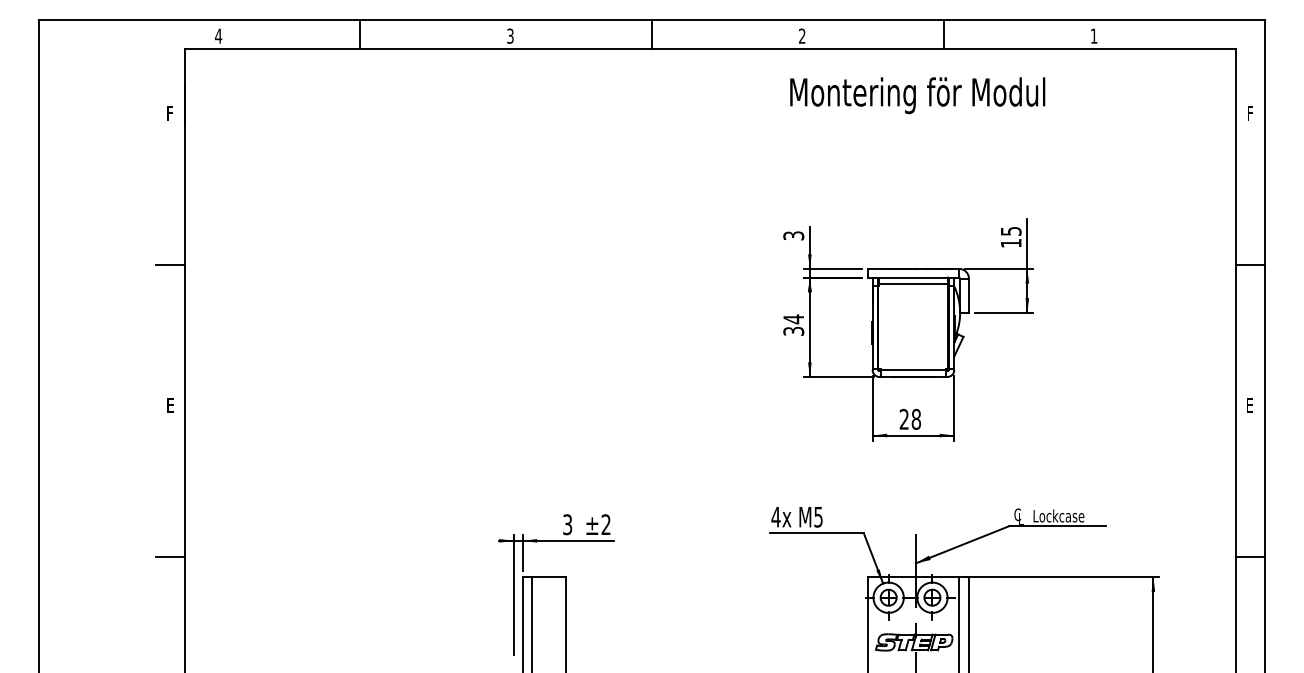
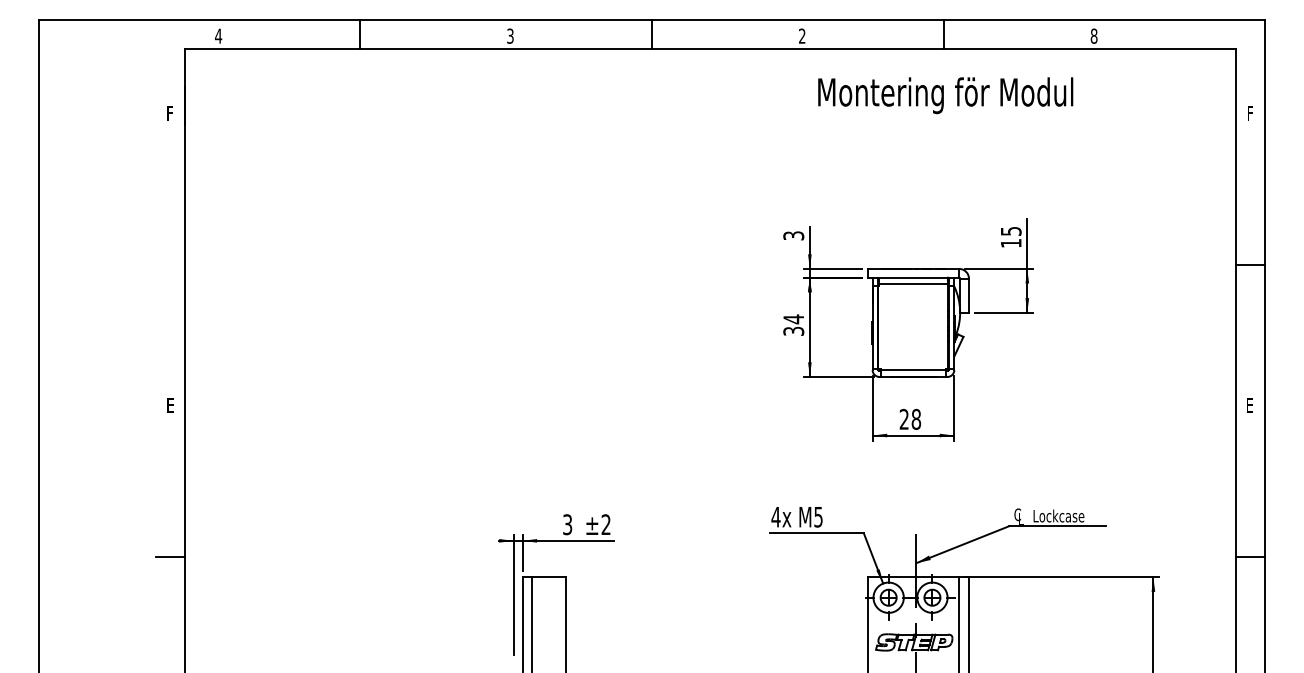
text at (1093, 35): 1 -> 8
text at (917, 95) position: (917, 95) -> (945, 95)
line at (170, 265): present -> none
